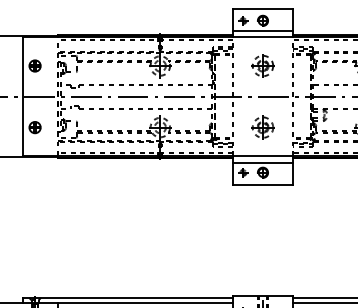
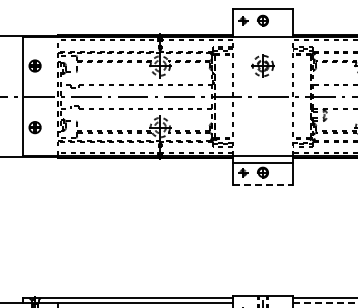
line at (262, 31): present -> none
part at (262, 127): present -> none
line at (262, 185): solid -> dashed
line at (325, 303): solid -> dashed
